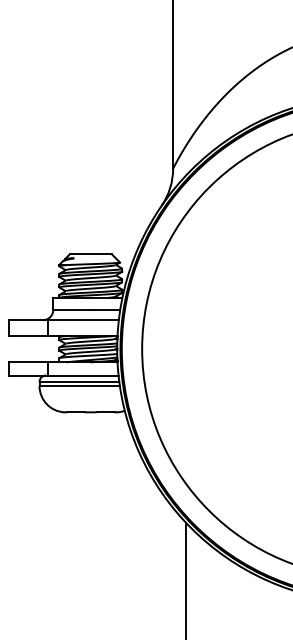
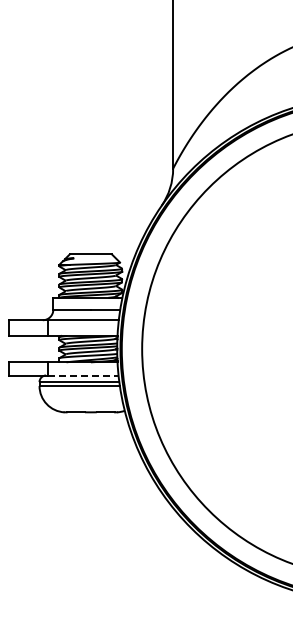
line at (83, 375): solid -> dashed
line at (186, 579): present -> none
